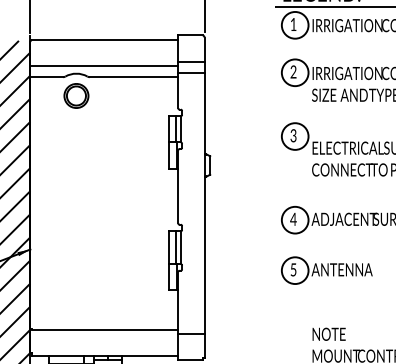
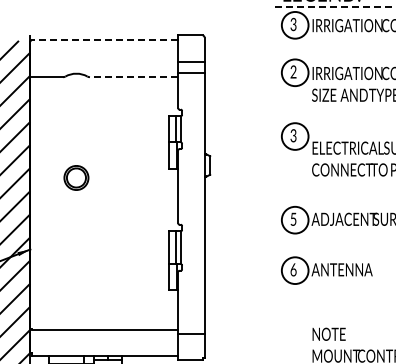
line at (335, 6): solid -> dashed
line at (30, 17): present -> none
line at (204, 17): present -> none
text at (293, 24): 1 -> 3
line at (104, 39): solid -> dashed
line at (104, 66): present -> none
line at (133, 77): solid -> dashed
part at (76, 95) position: (76, 95) -> (76, 177)
text at (293, 218): 4 -> 5
text at (293, 269): 5 -> 6
